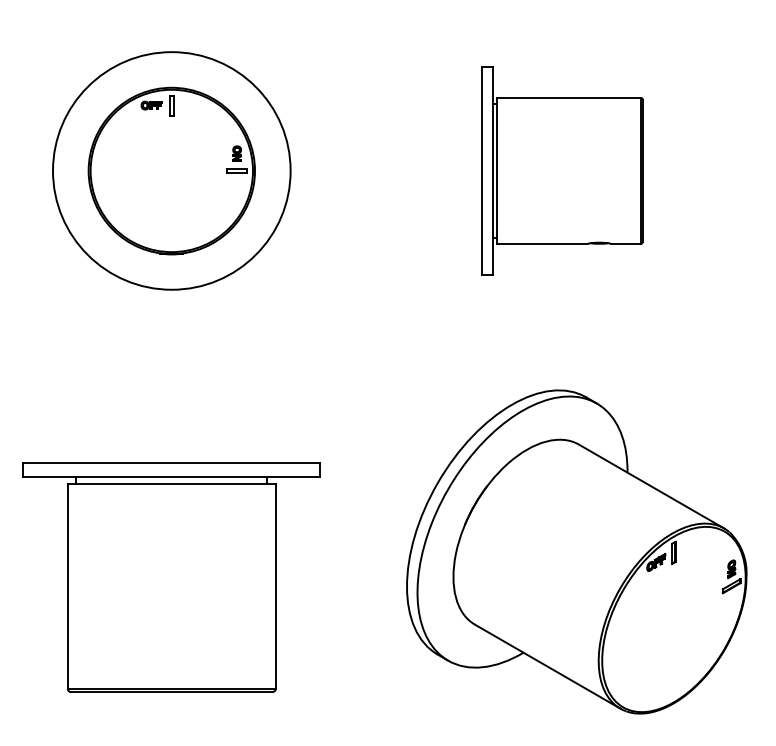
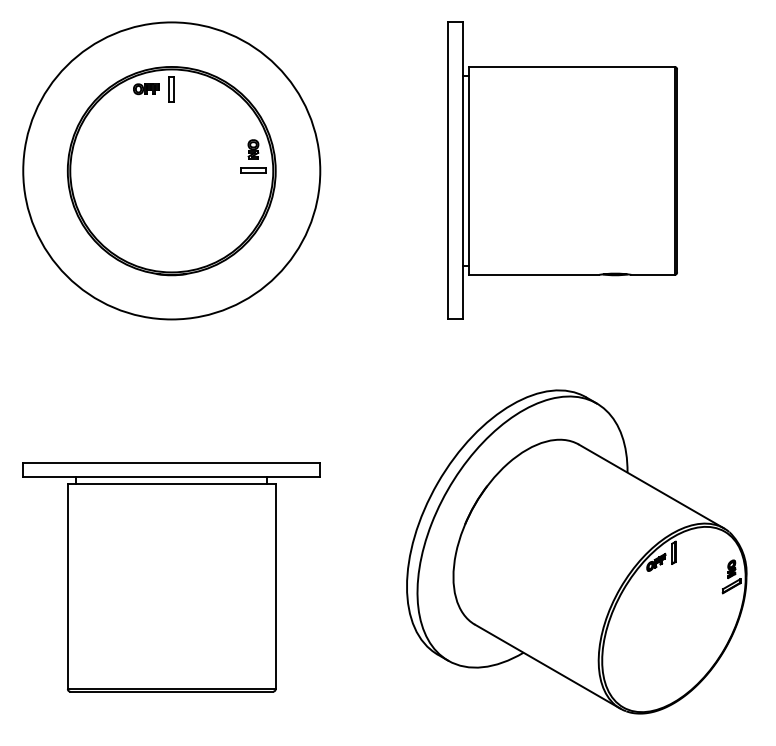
part at (171, 170) size: 240x240 px -> 300x300 px
part at (562, 170) size: 163x210 px -> 231x299 px
